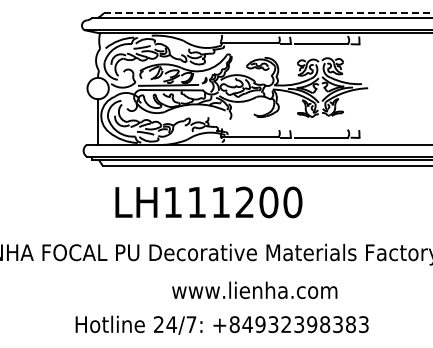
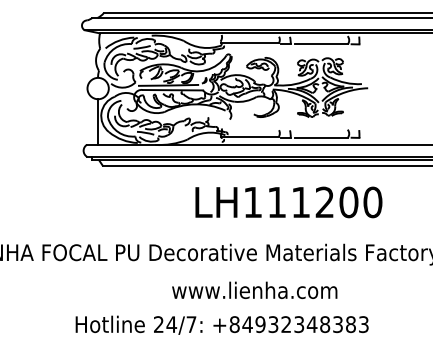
line at (268, 13): dashed -> solid
text at (208, 202) position: (208, 202) -> (288, 202)
text at (311, 324): +84932398383 -> +84932348383
